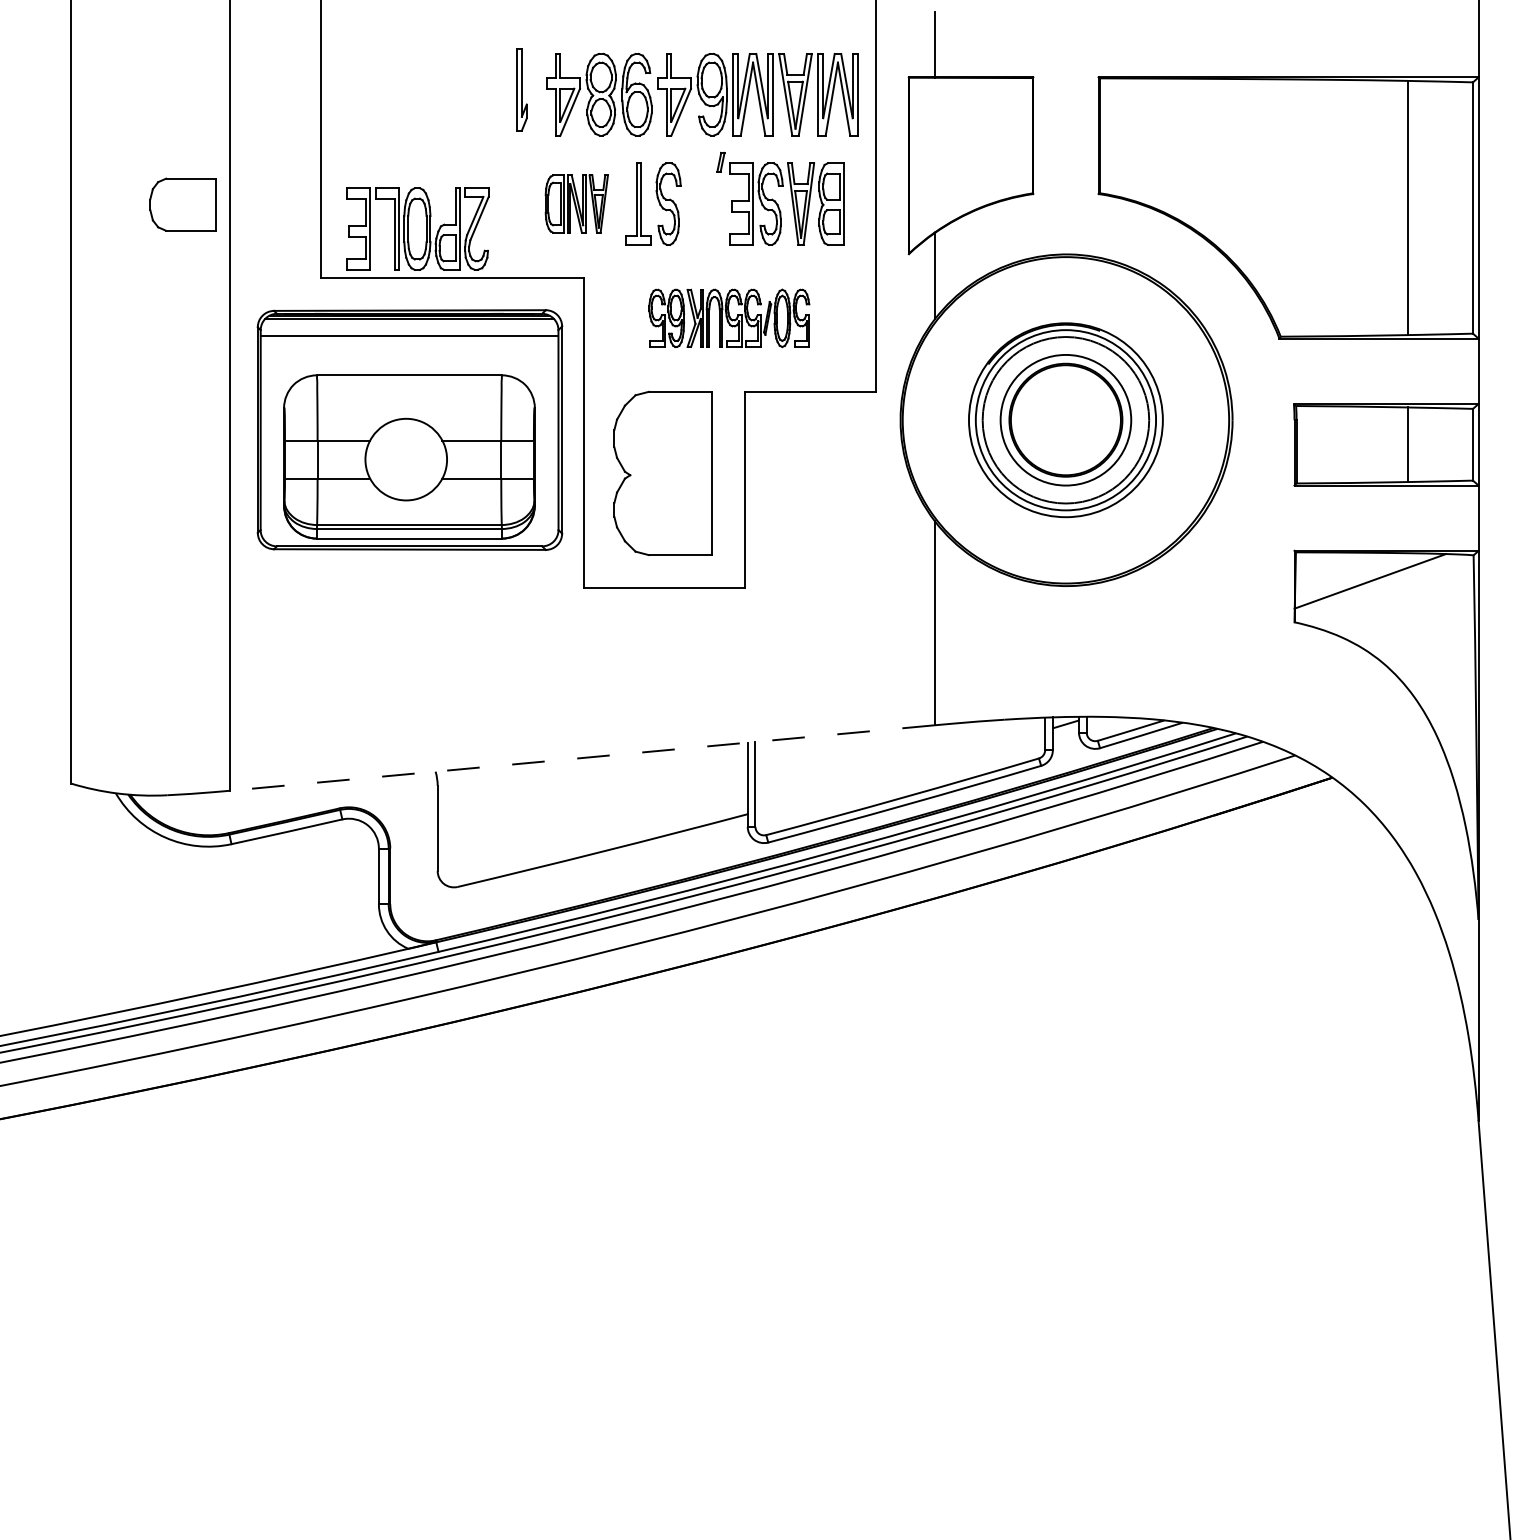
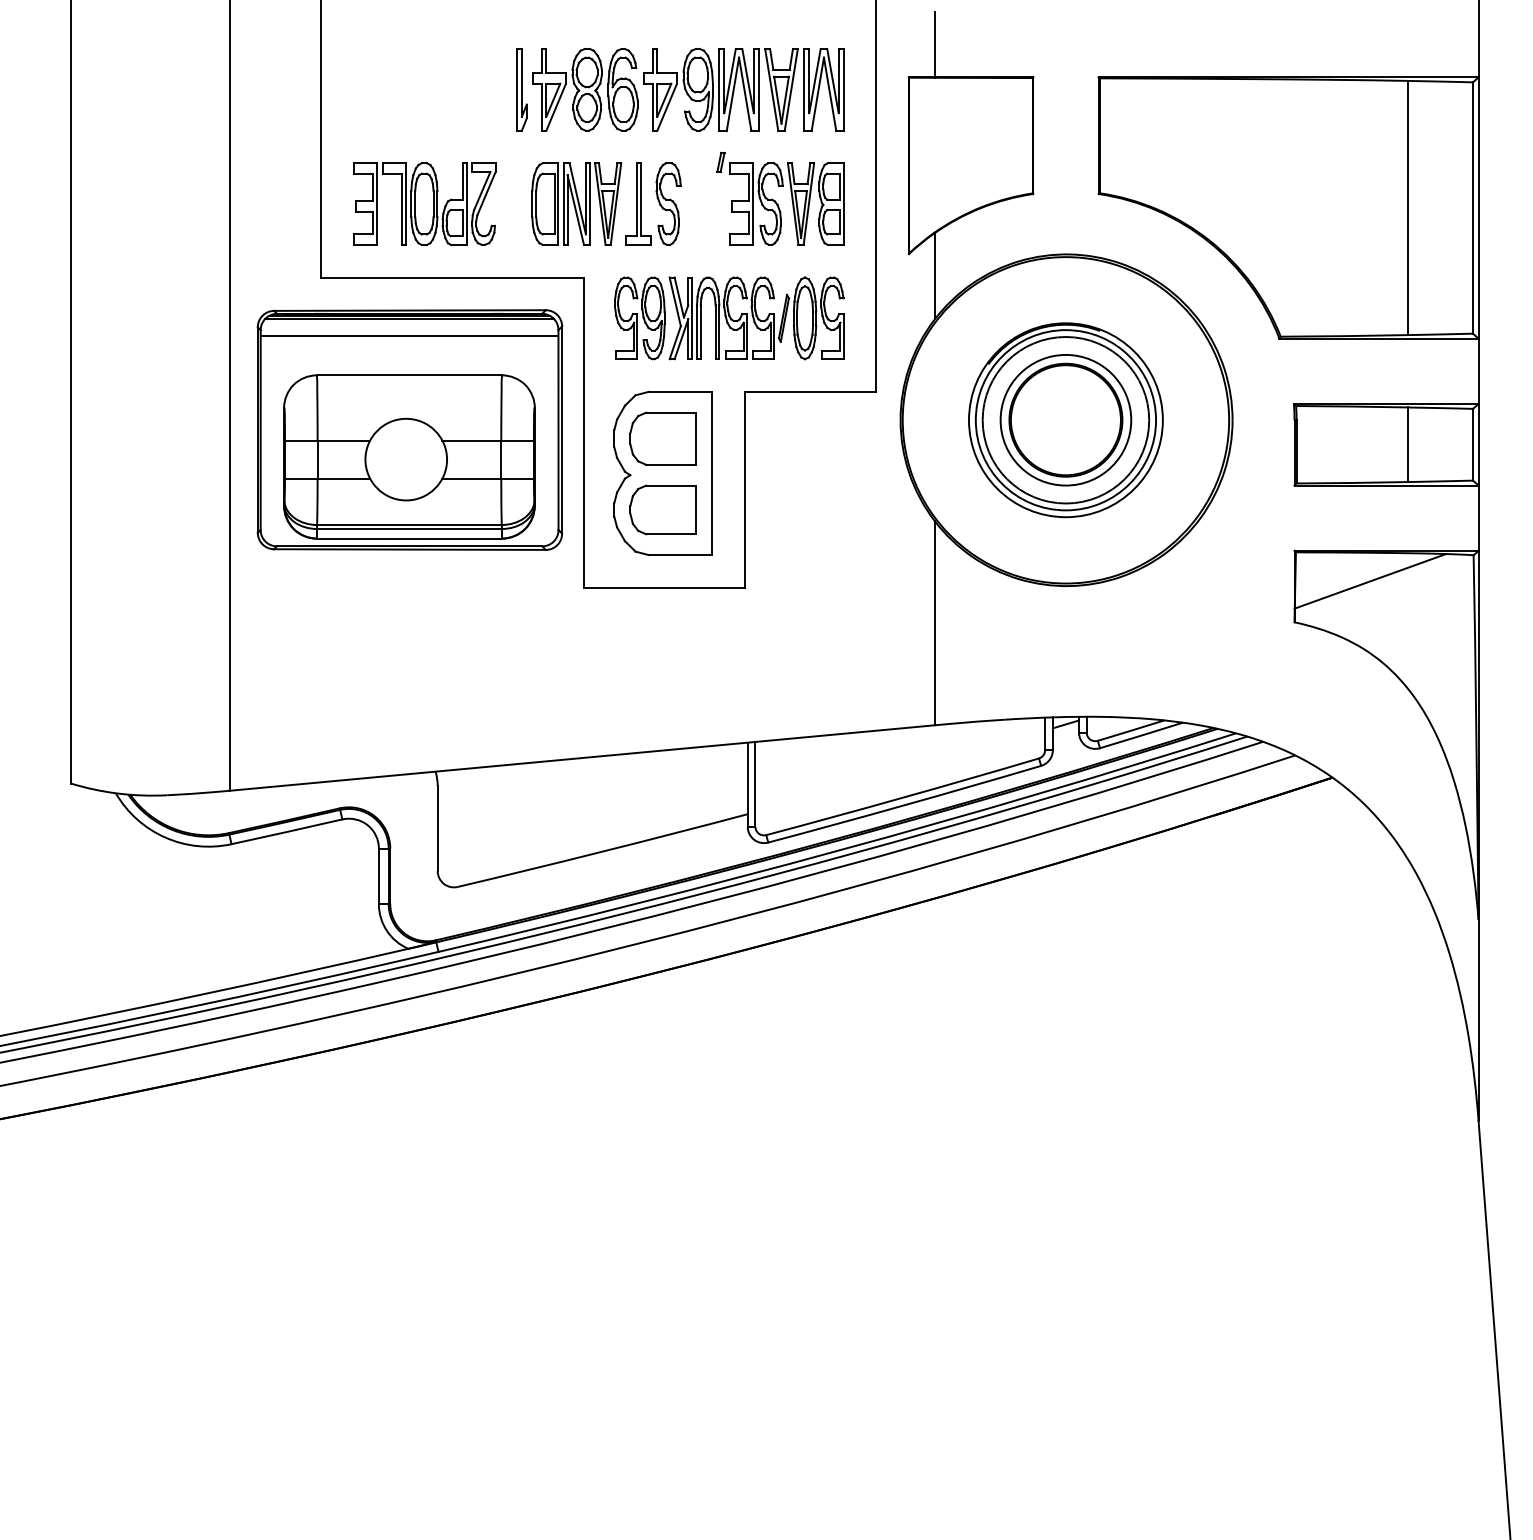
part at (702, 94) position: (702, 94) -> (688, 89)
part at (576, 203) size: 65x60 px -> 92x84 px
part at (182, 204) position: (182, 204) -> (662, 438)
part at (417, 228) position: (417, 228) -> (424, 203)
part at (729, 318) size: 163x61 px -> 231x85 px
part at (662, 509): none -> present
line at (582, 758): dashed -> solid
